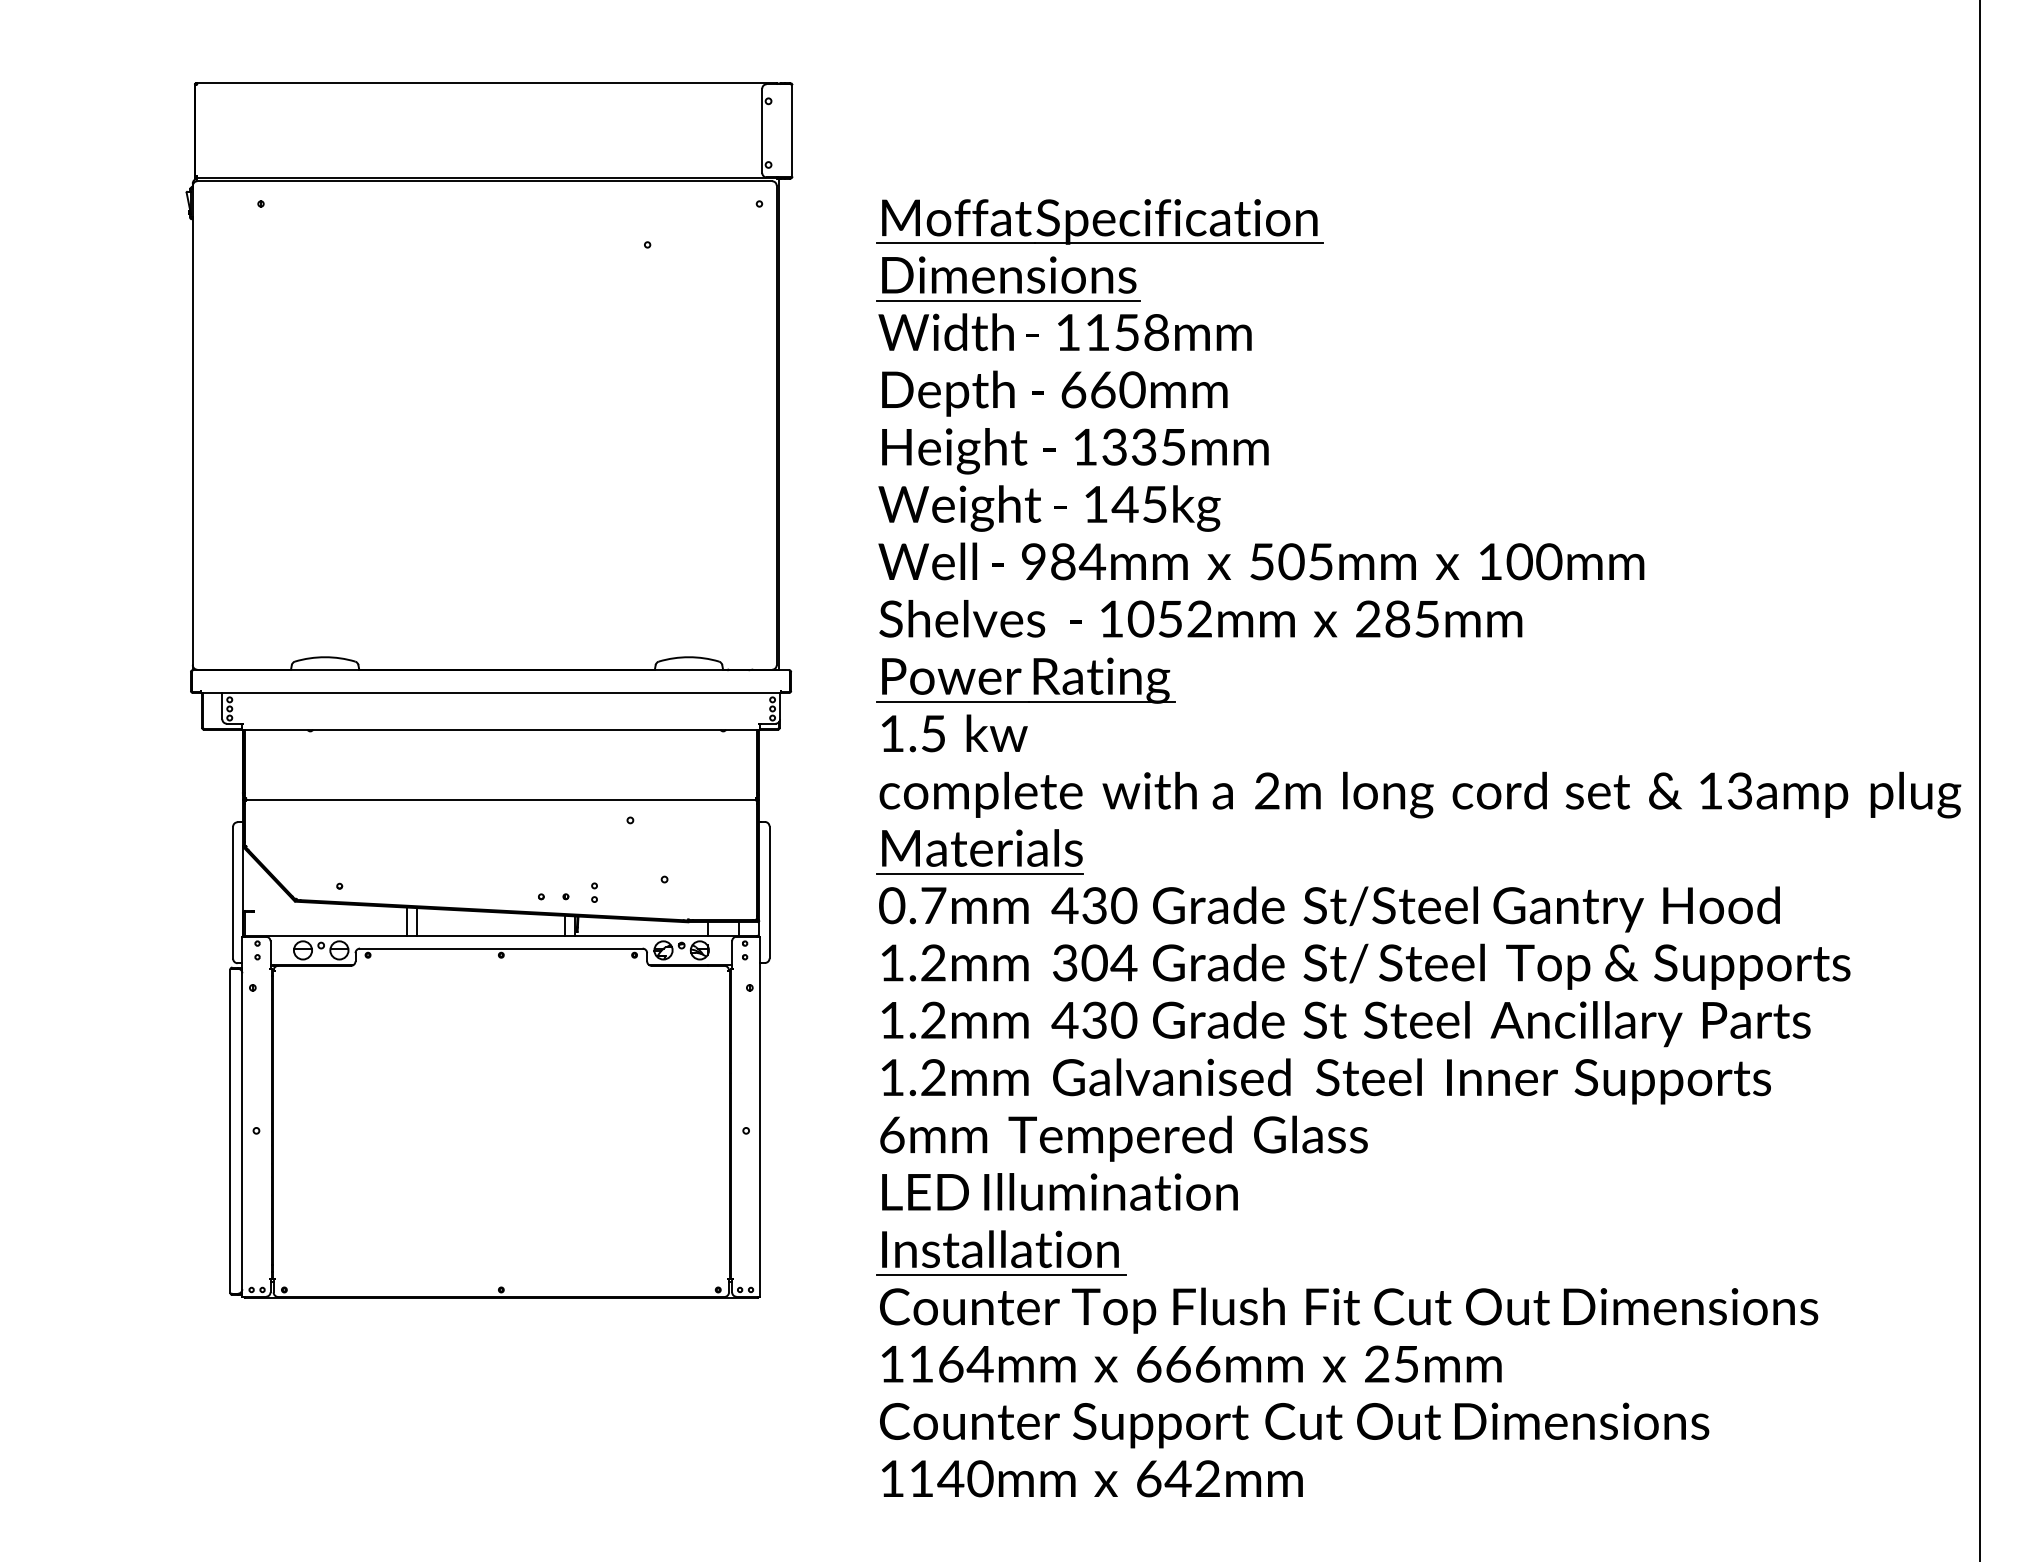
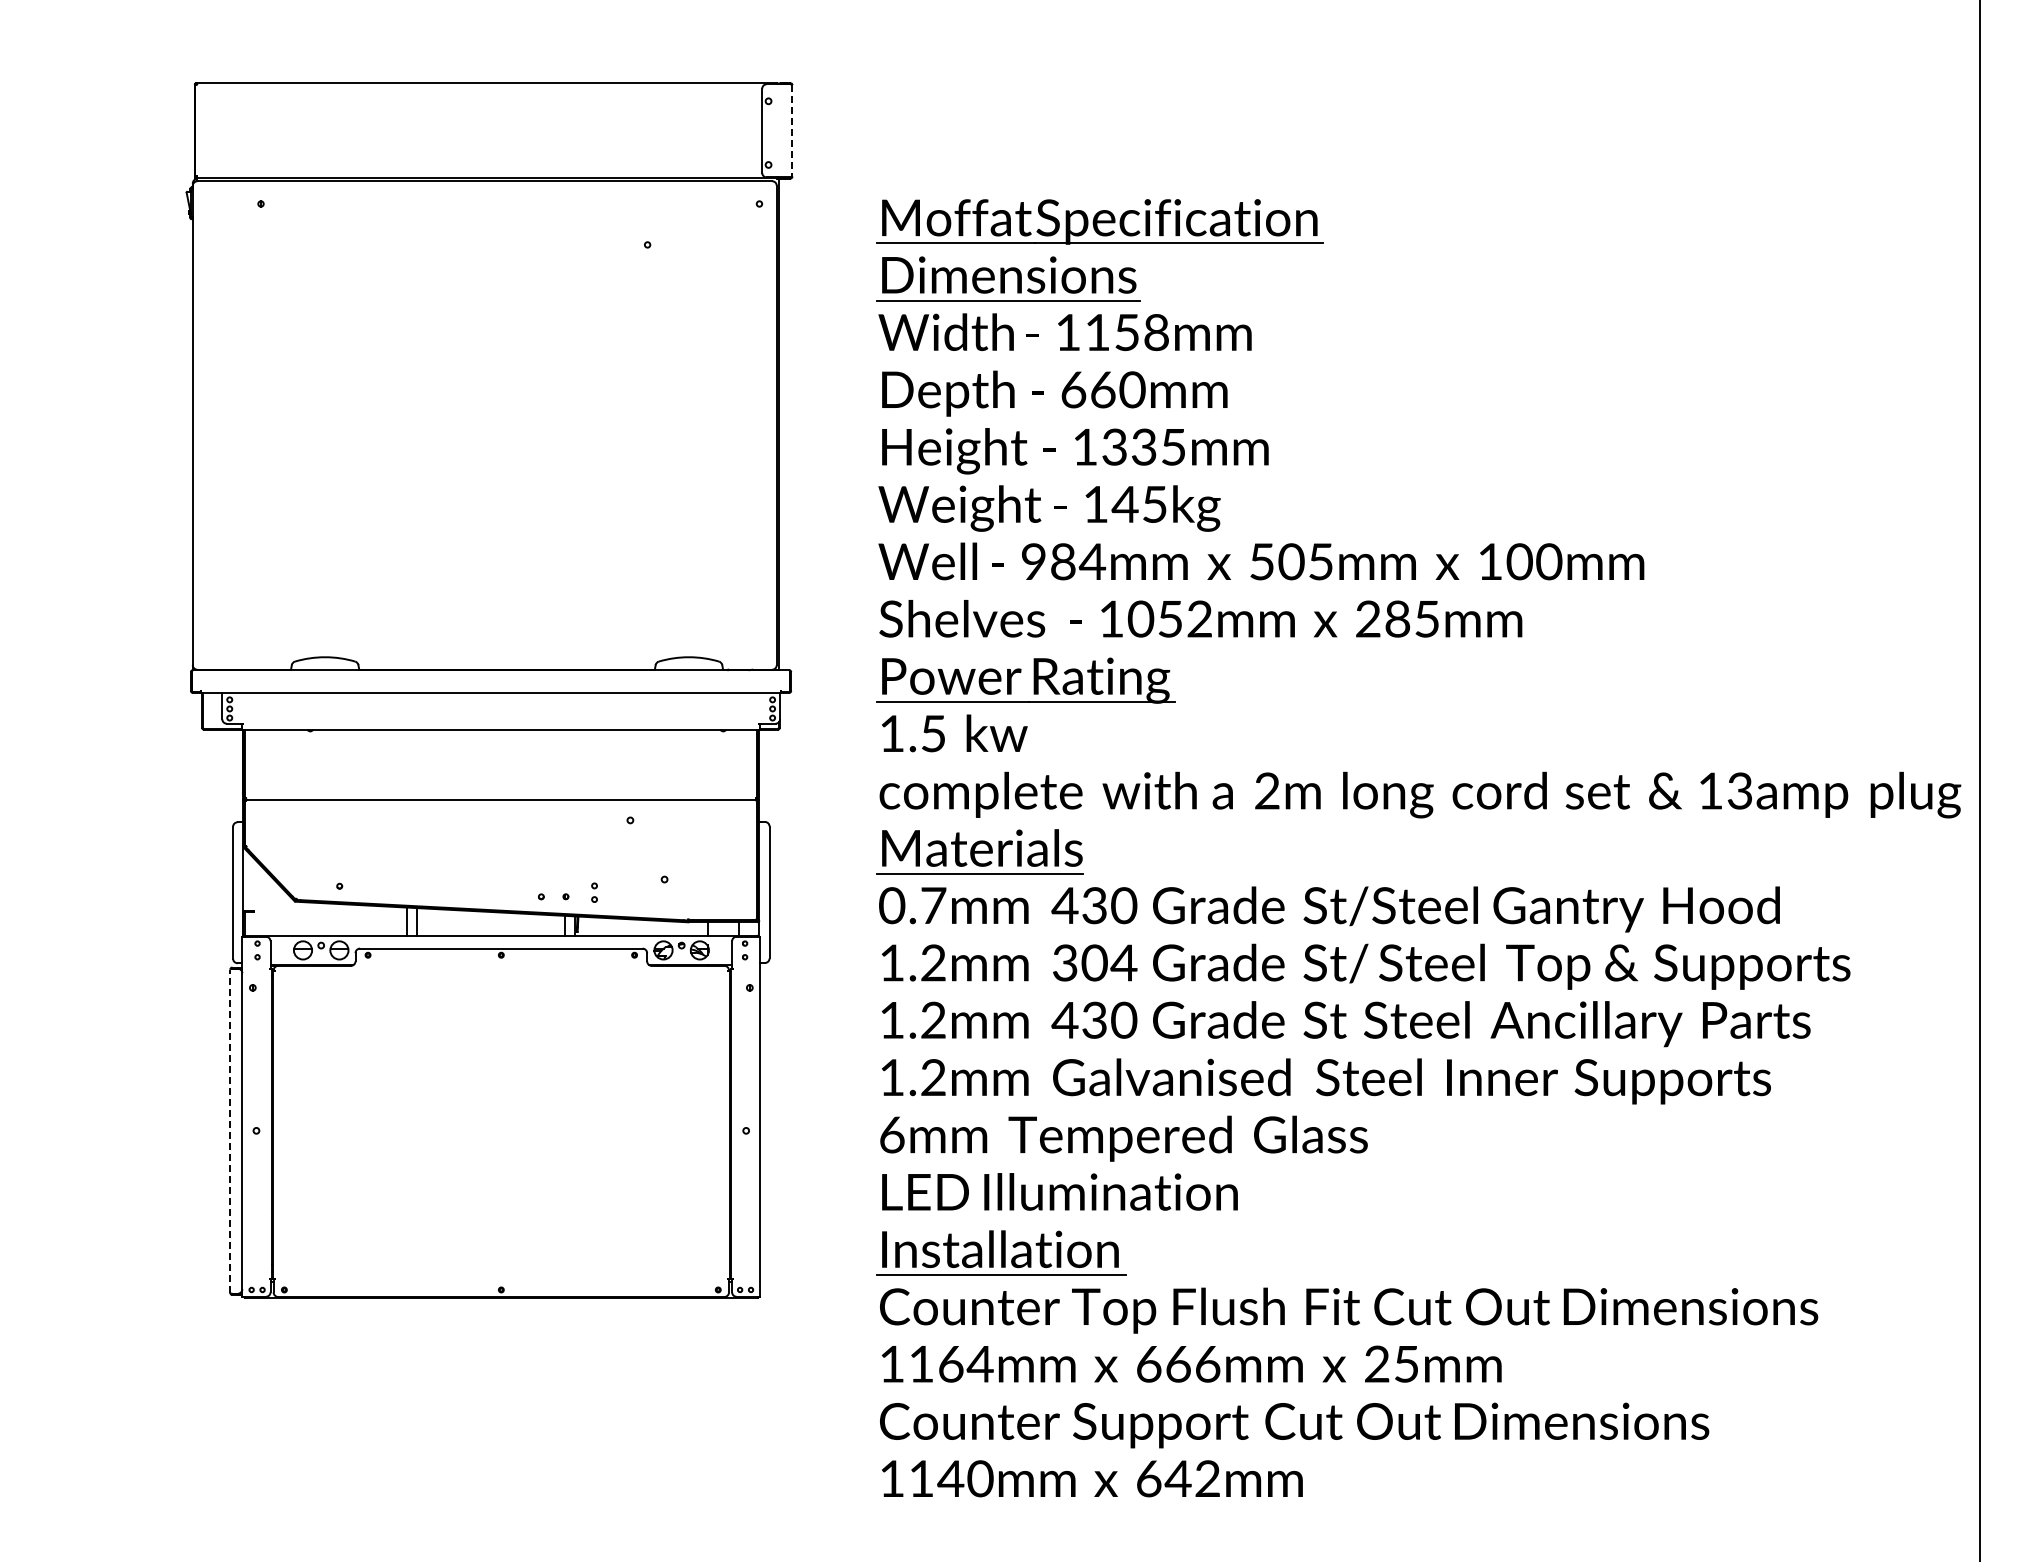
line at (792, 130): solid -> dashed
line at (230, 1131): solid -> dashed
